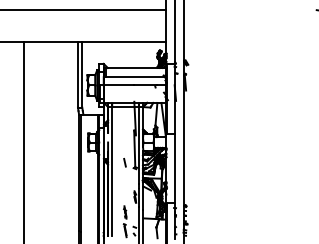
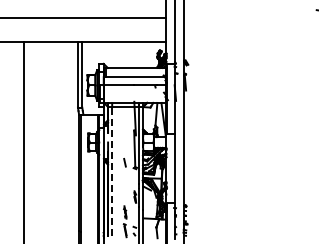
line at (84, 9) position: (84, 9) -> (84, 17)
line at (112, 169): solid -> dashed
